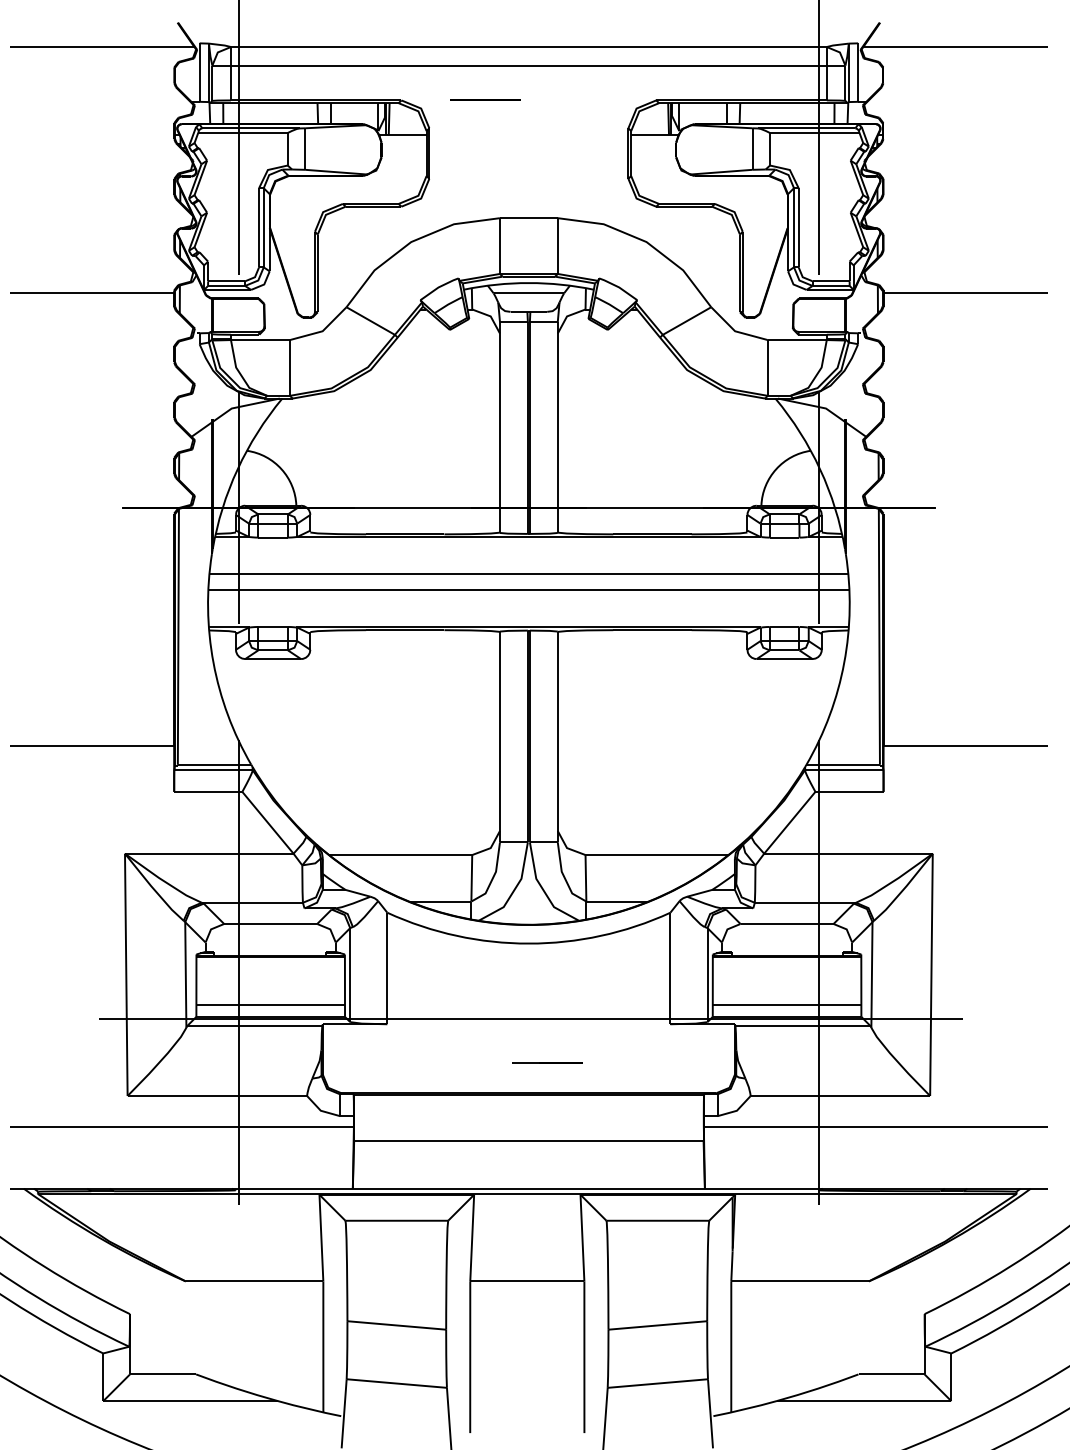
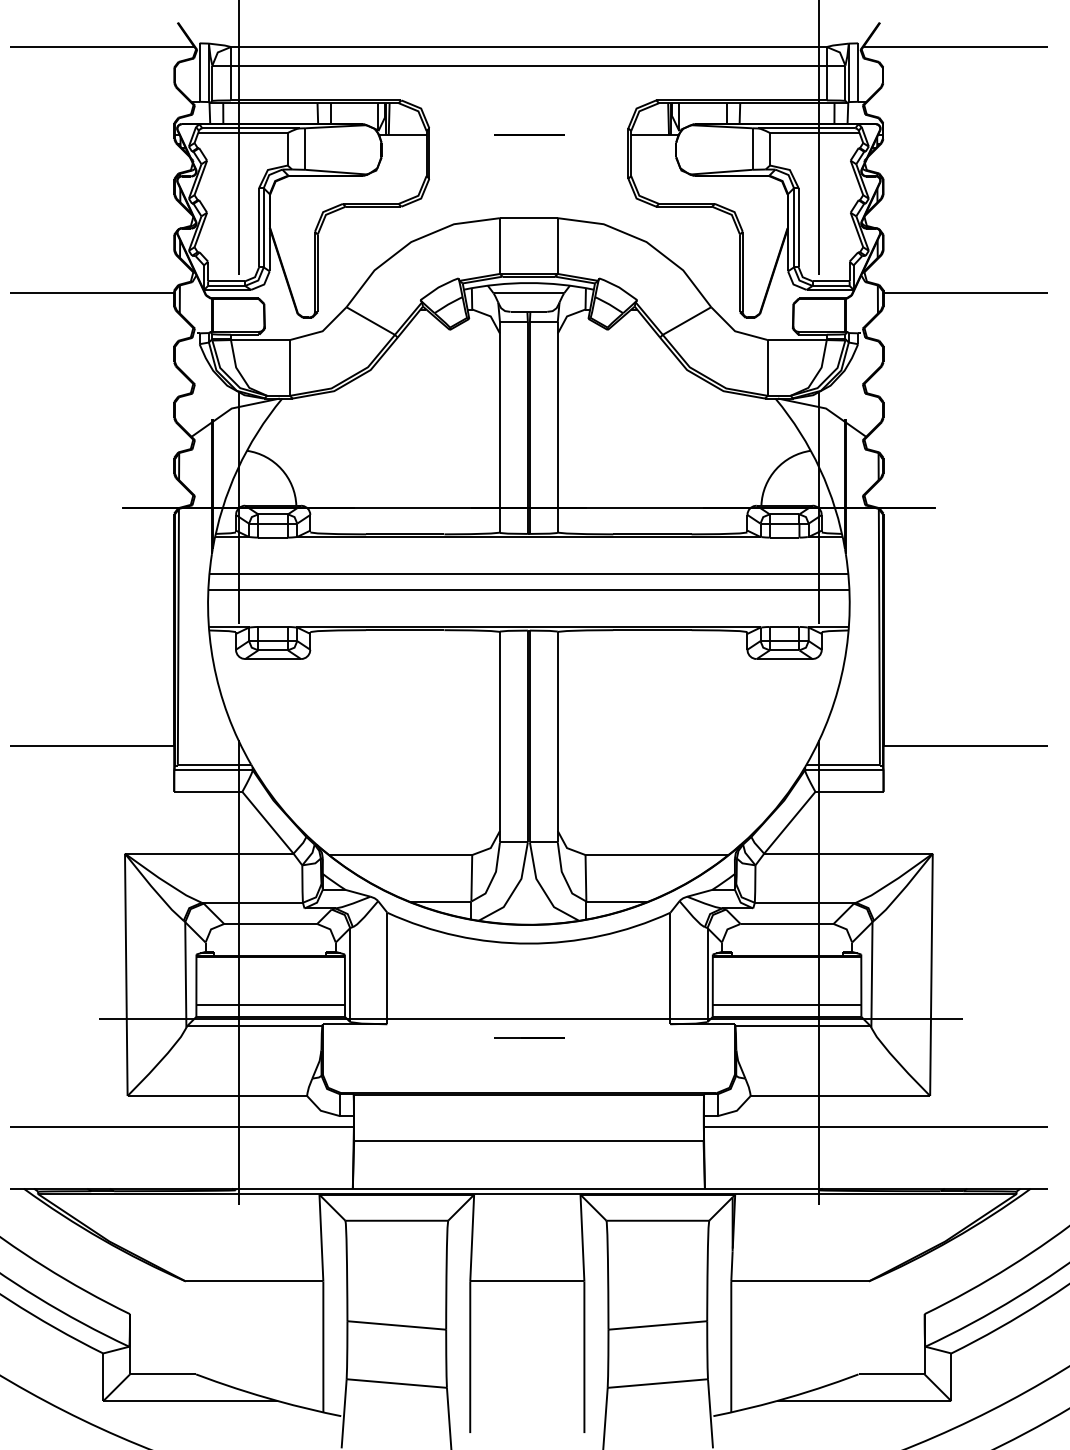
line at (485, 99) position: (485, 99) -> (529, 134)
line at (547, 1062) position: (547, 1062) -> (529, 1037)
